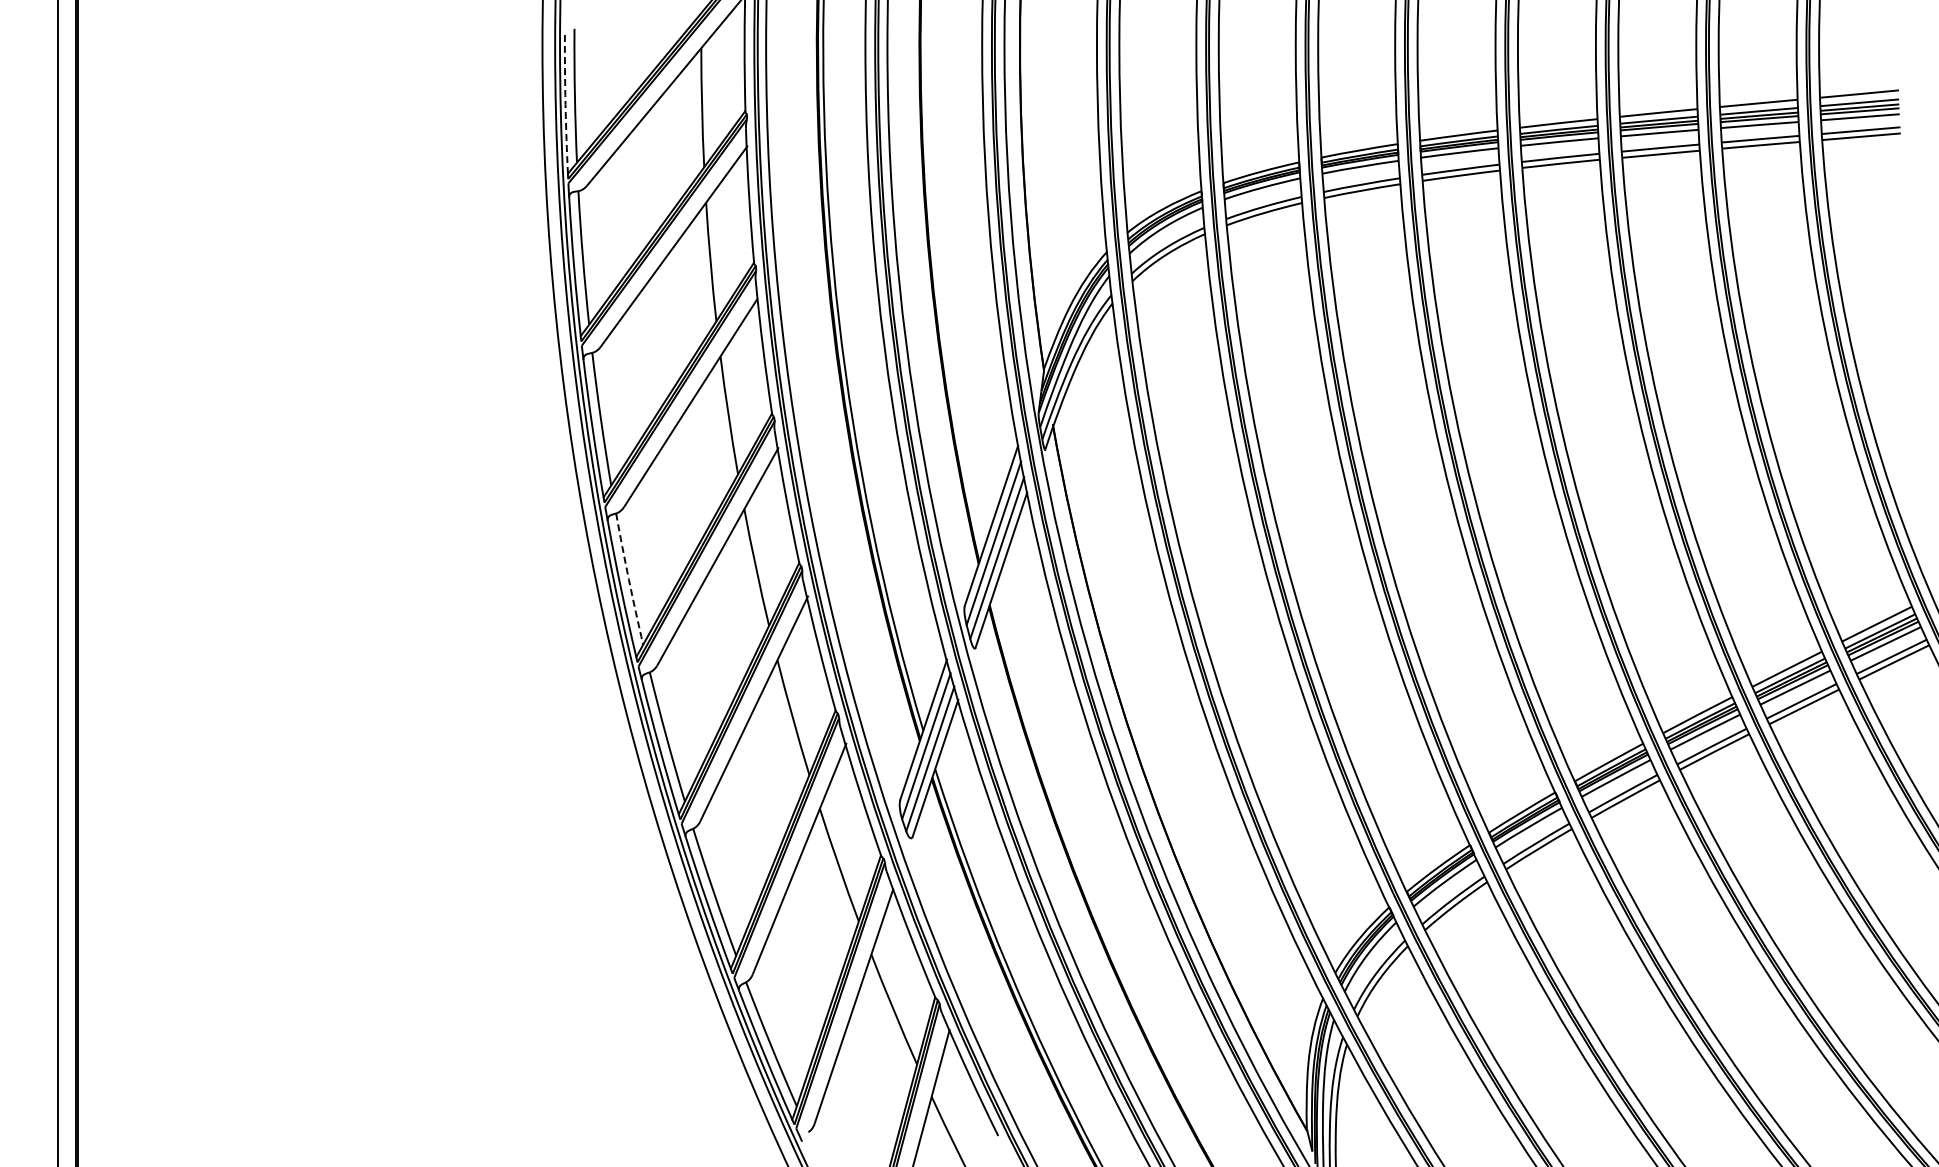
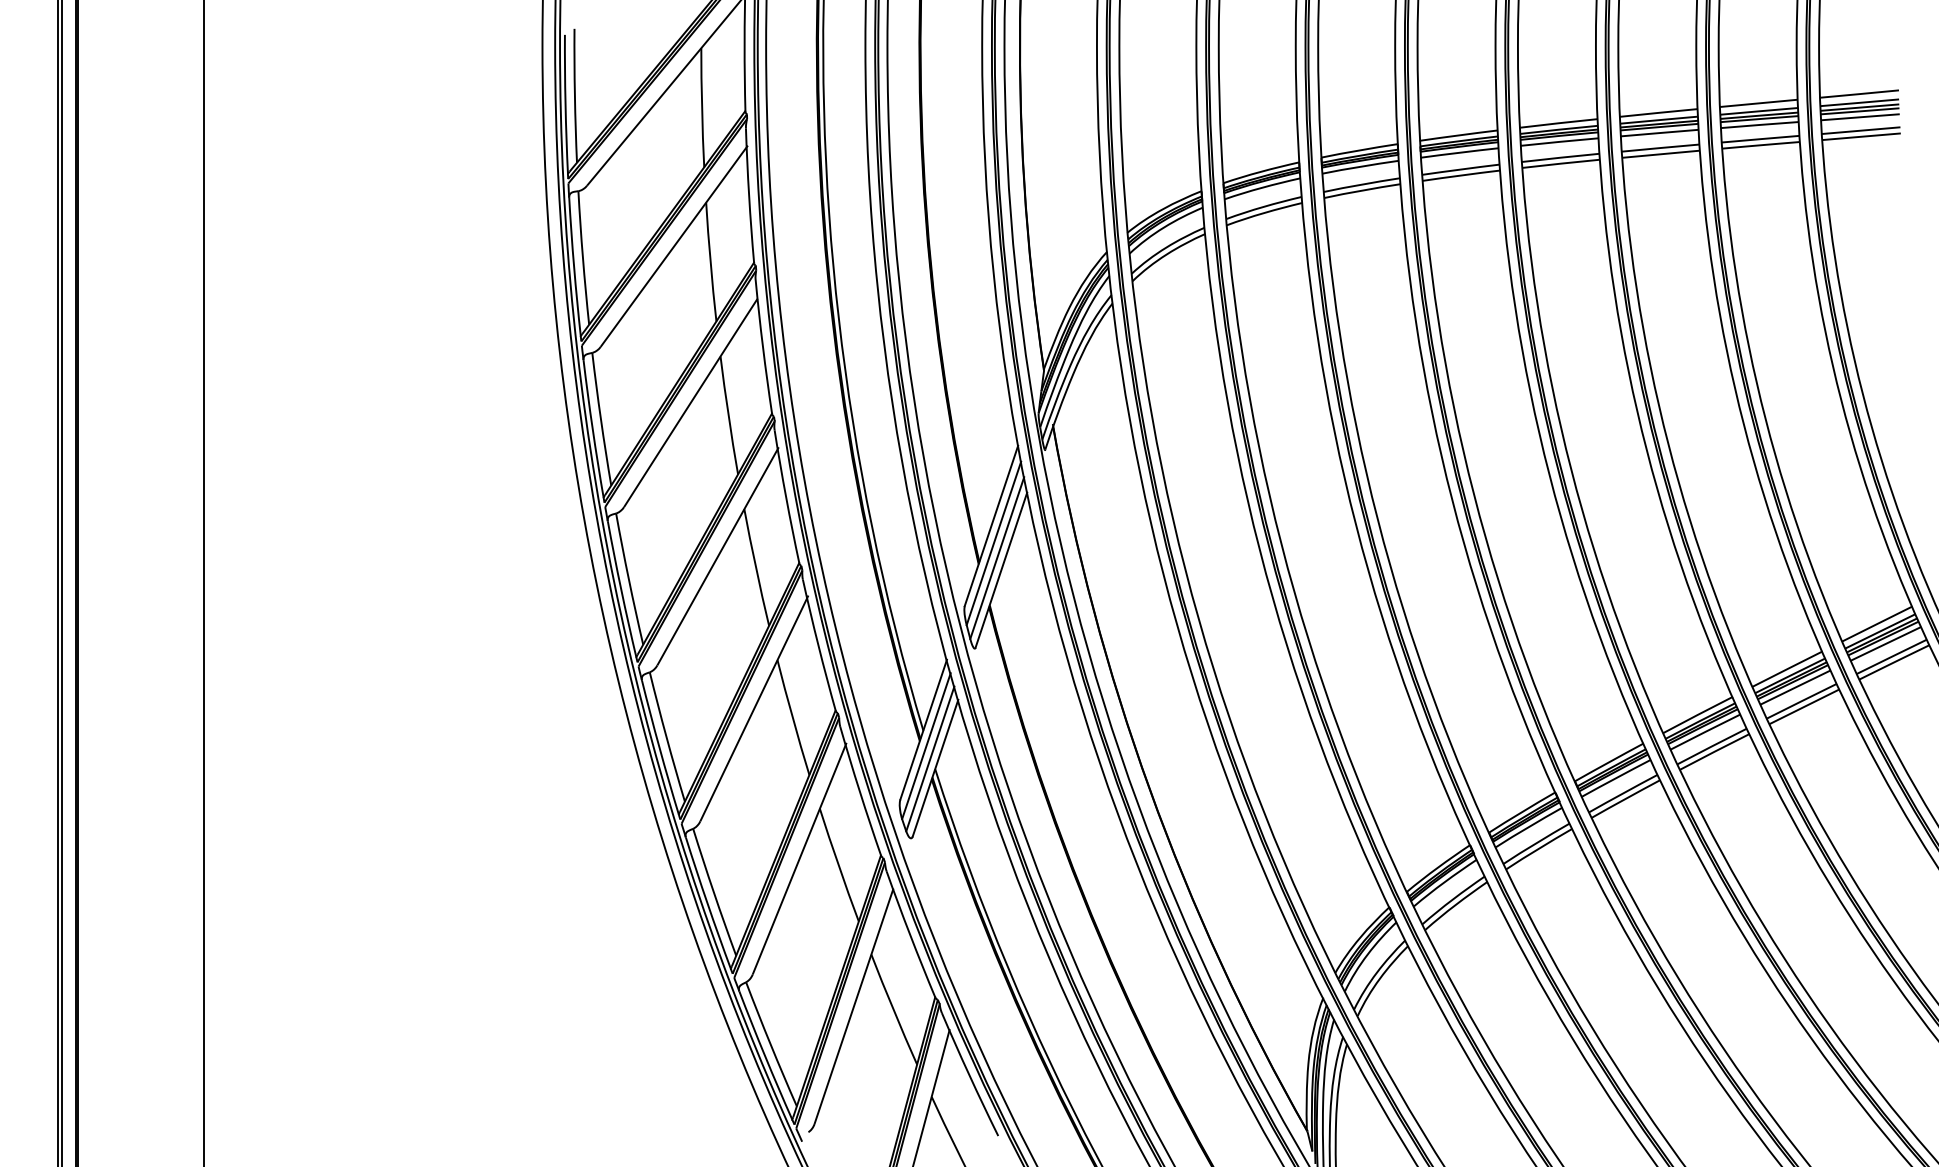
arc at (565, 104): dashed -> solid
arc at (628, 579): dashed -> solid
line at (61, 582): none -> present
line at (204, 582): none -> present
